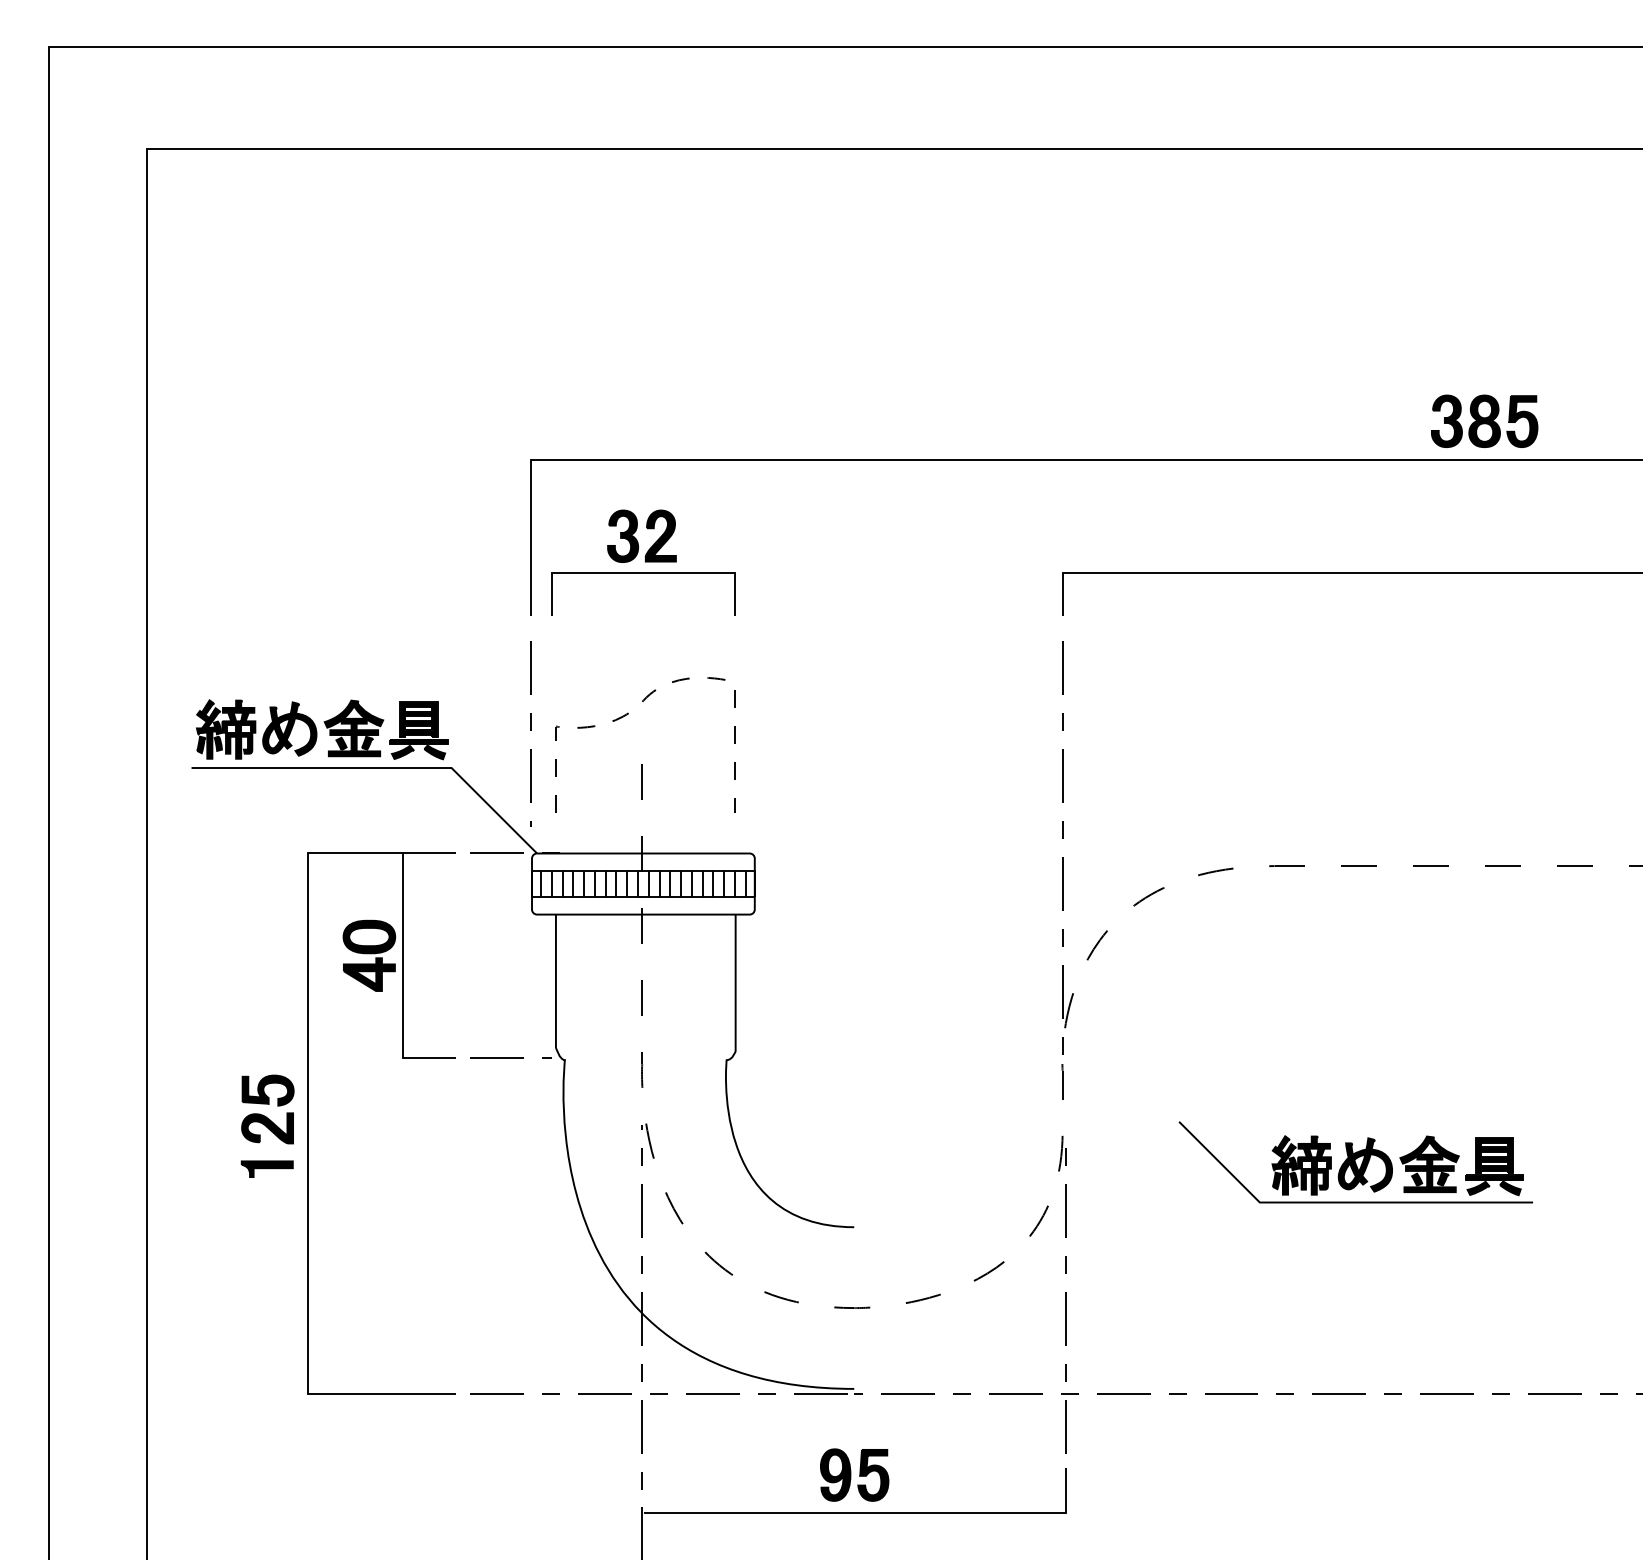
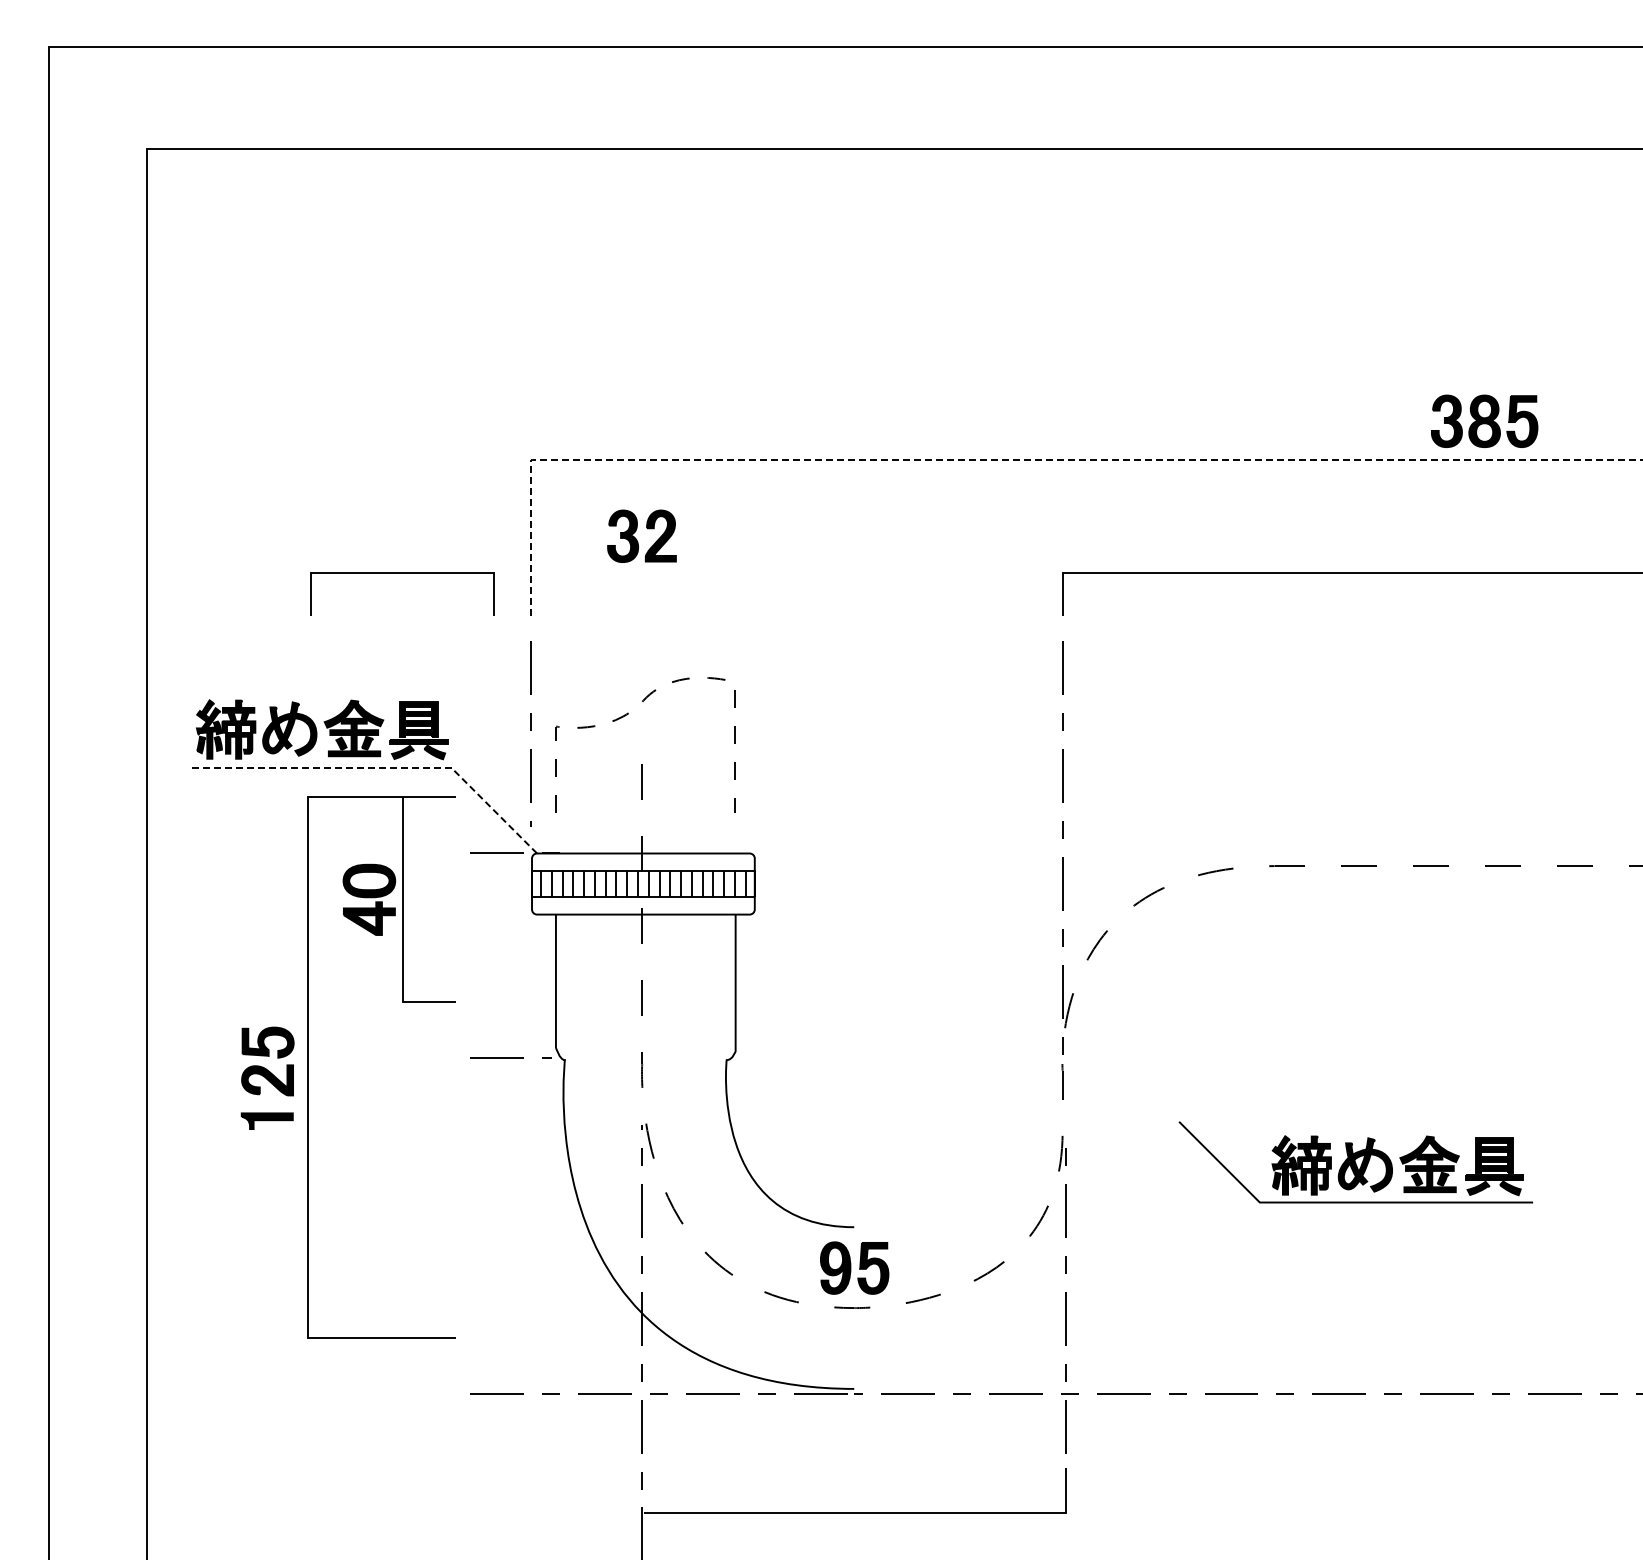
line at (1007, 460): solid -> dashed
line at (643, 573) position: (643, 573) -> (402, 573)
line at (381, 768): solid -> dashed
part at (402, 1058) position: (402, 1058) -> (402, 1002)
part at (267, 1125) position: (267, 1125) -> (267, 1077)
part at (854, 1474) position: (854, 1474) -> (854, 1267)
